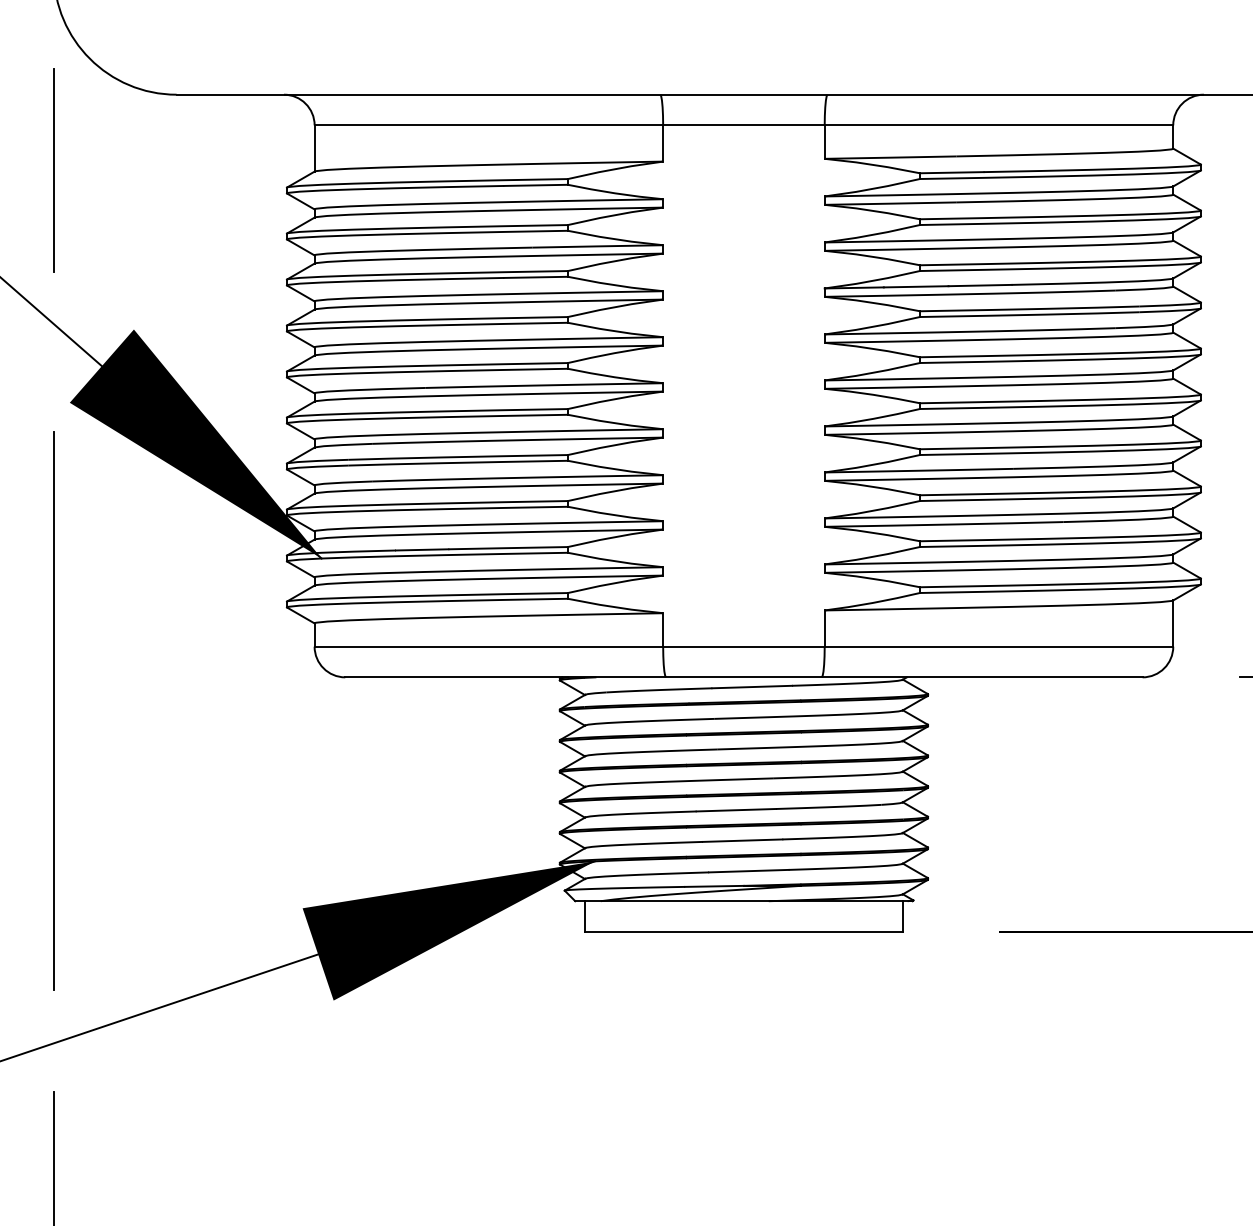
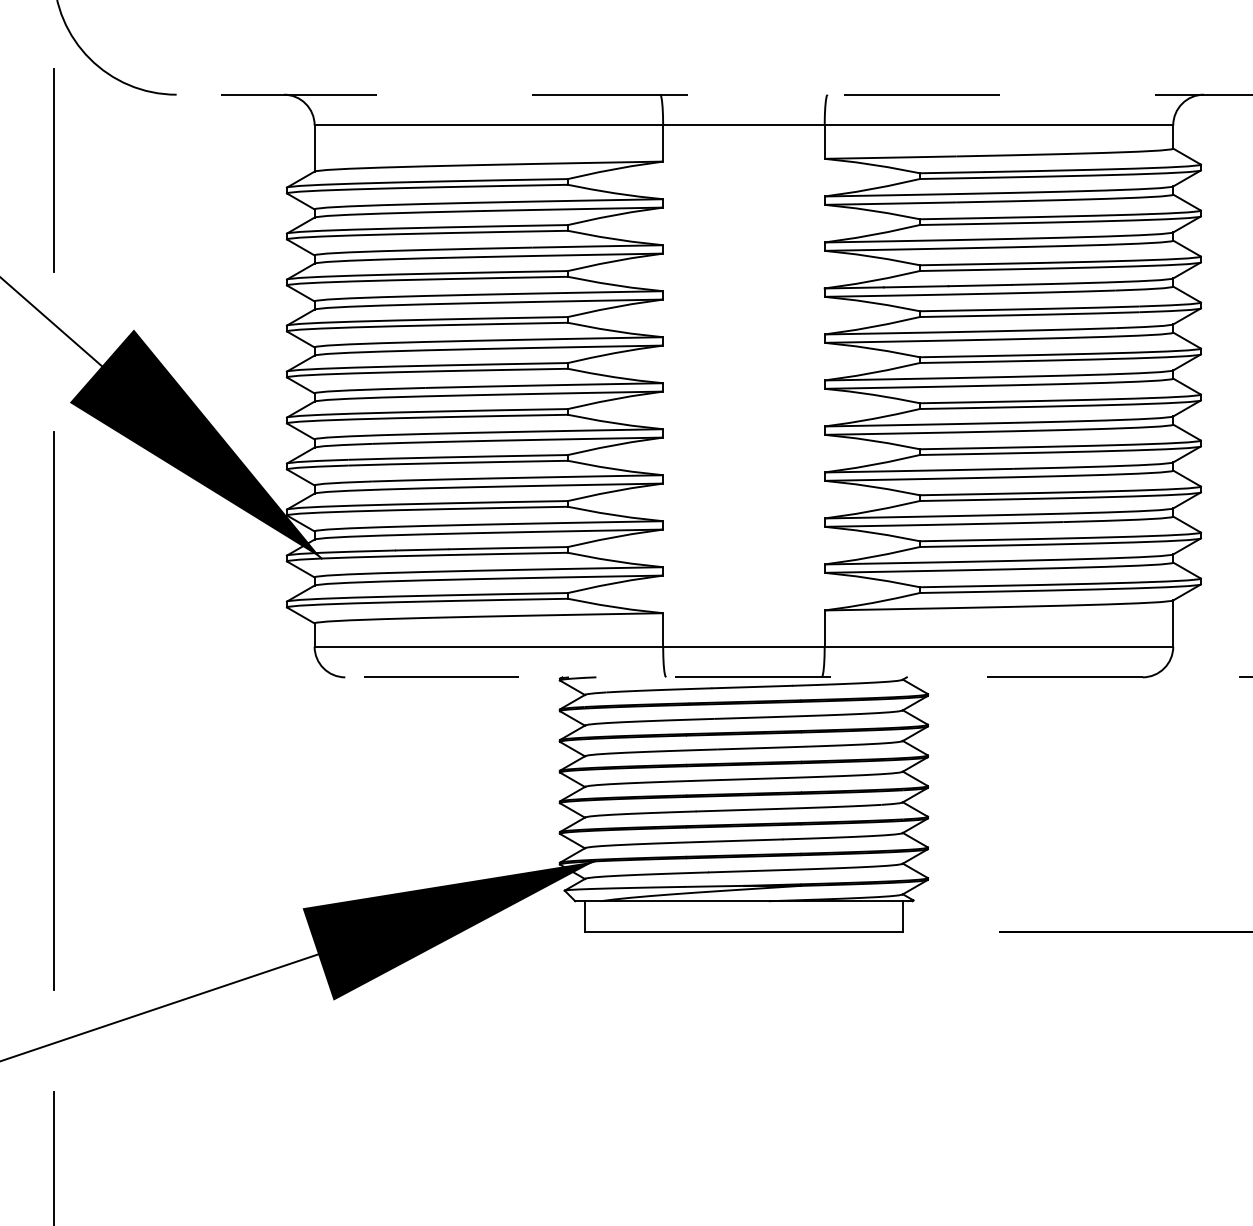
line at (714, 94): solid -> dashed
line at (743, 677): solid -> dashed
